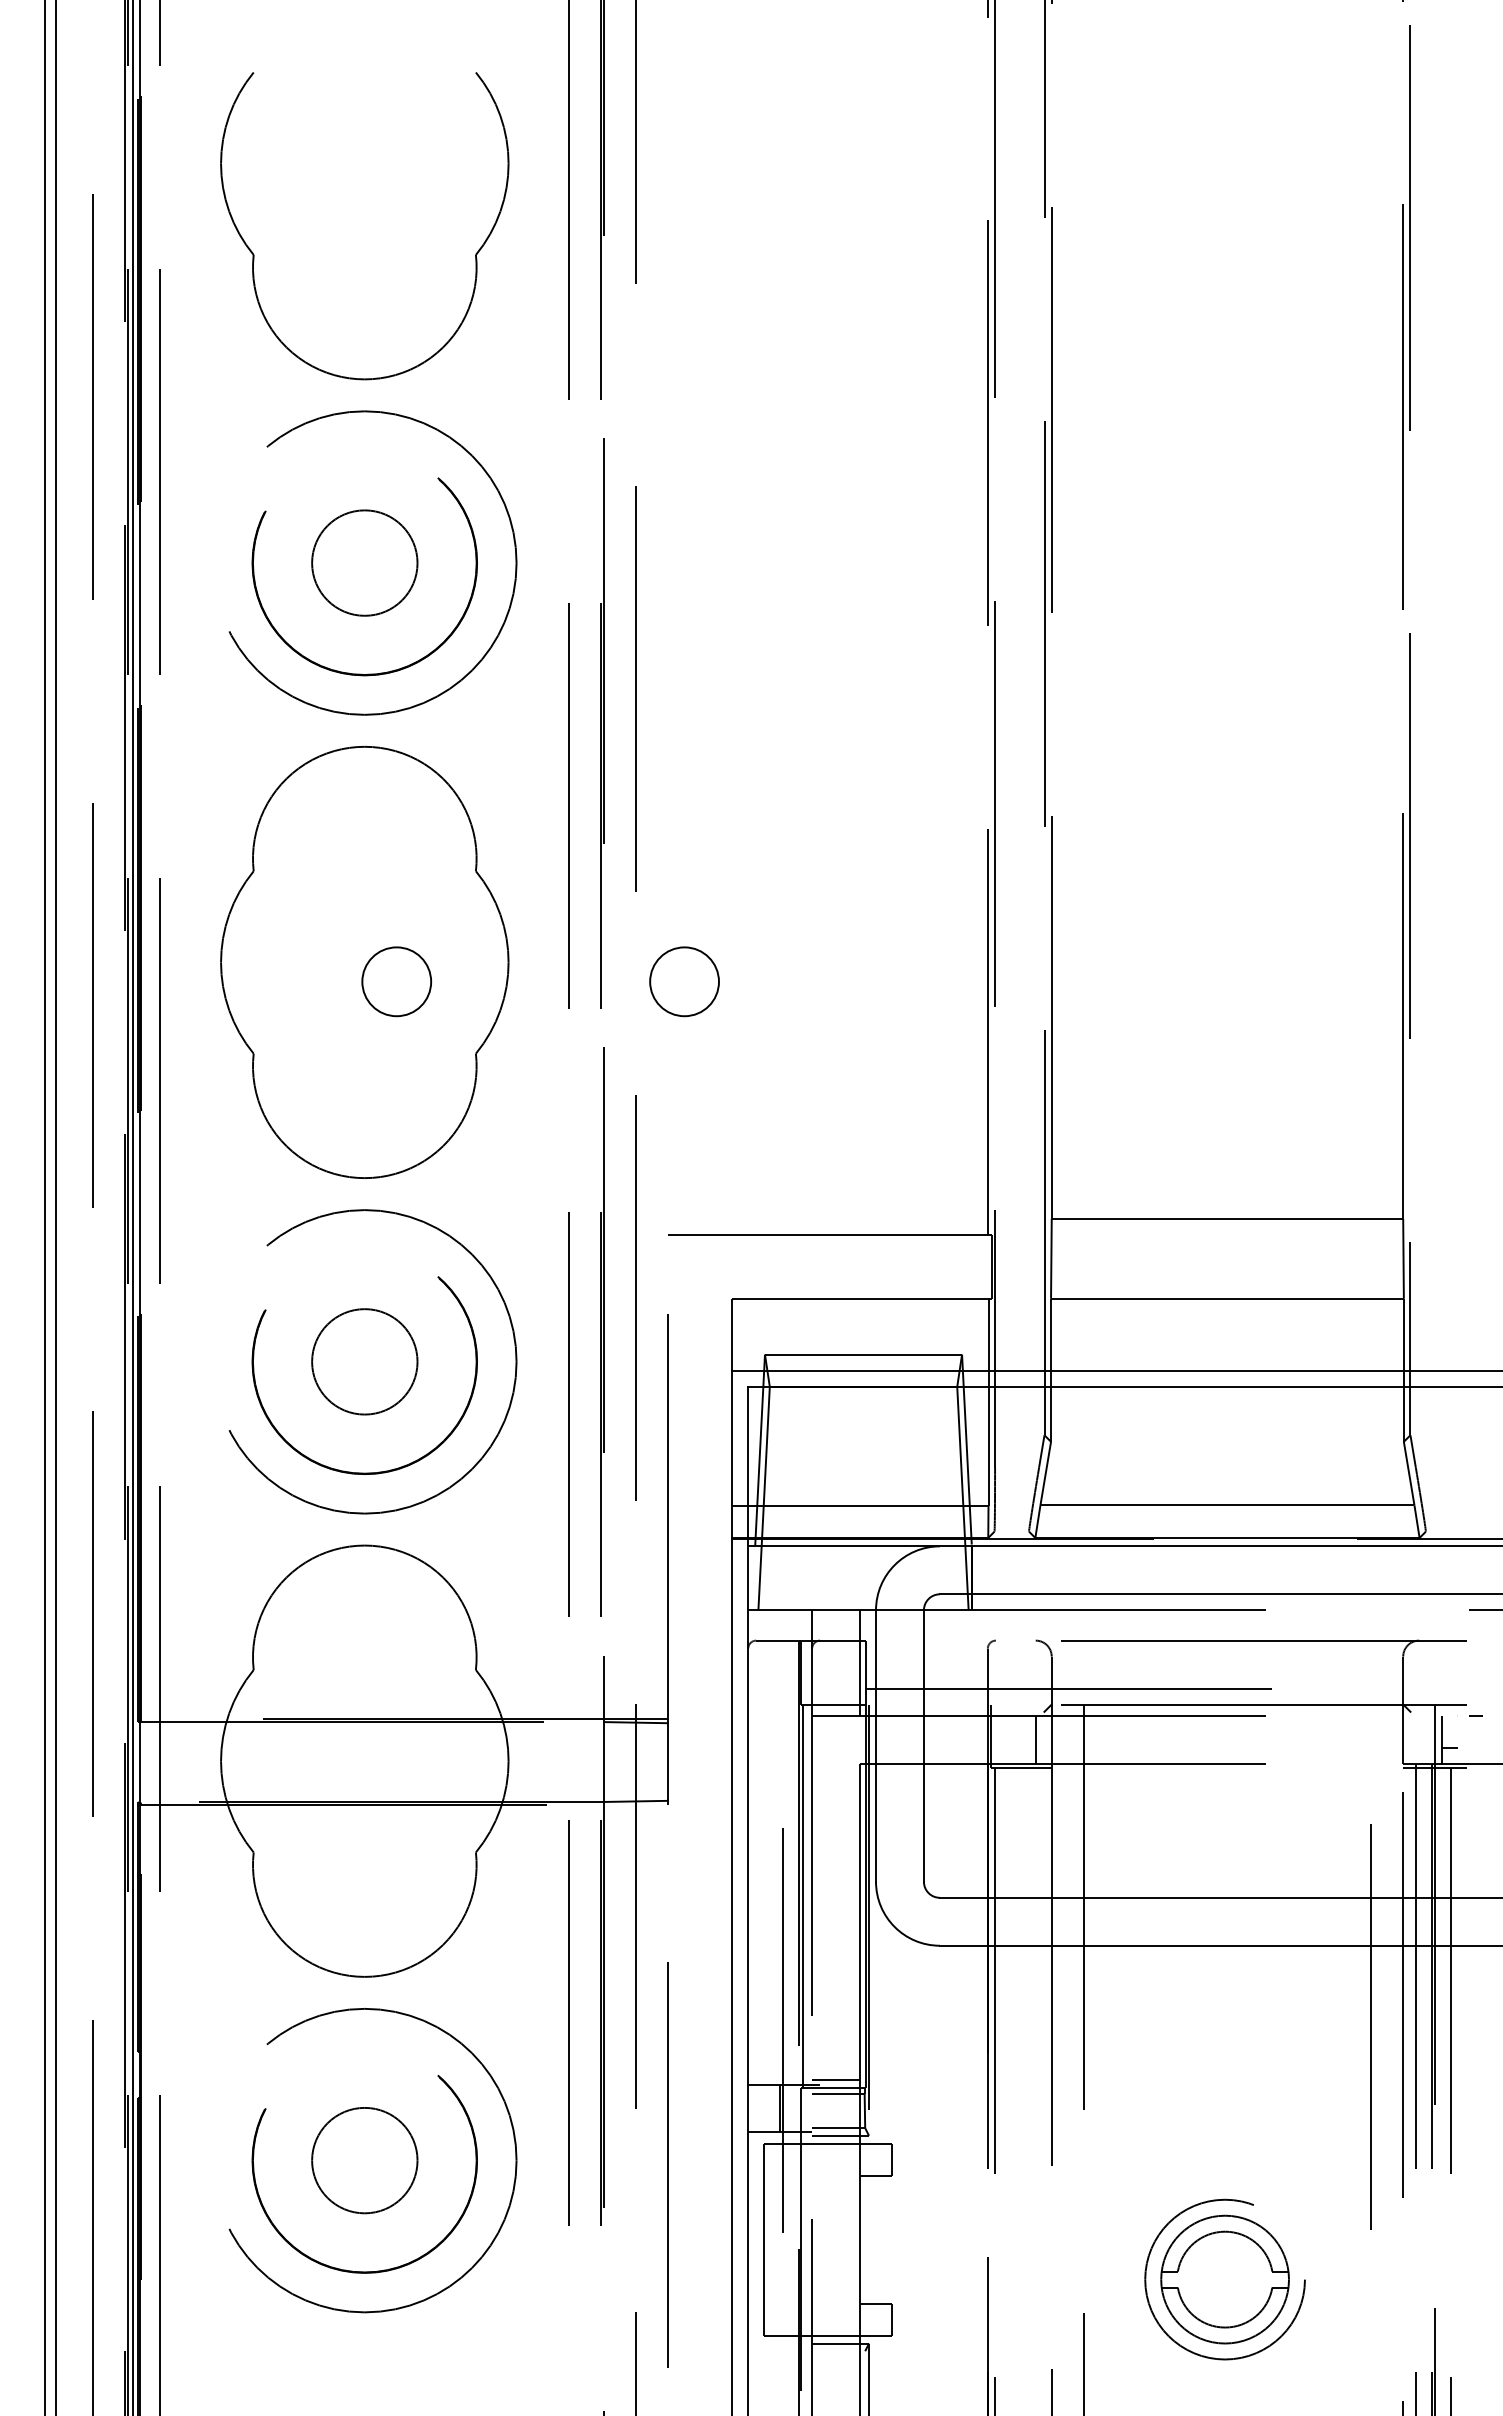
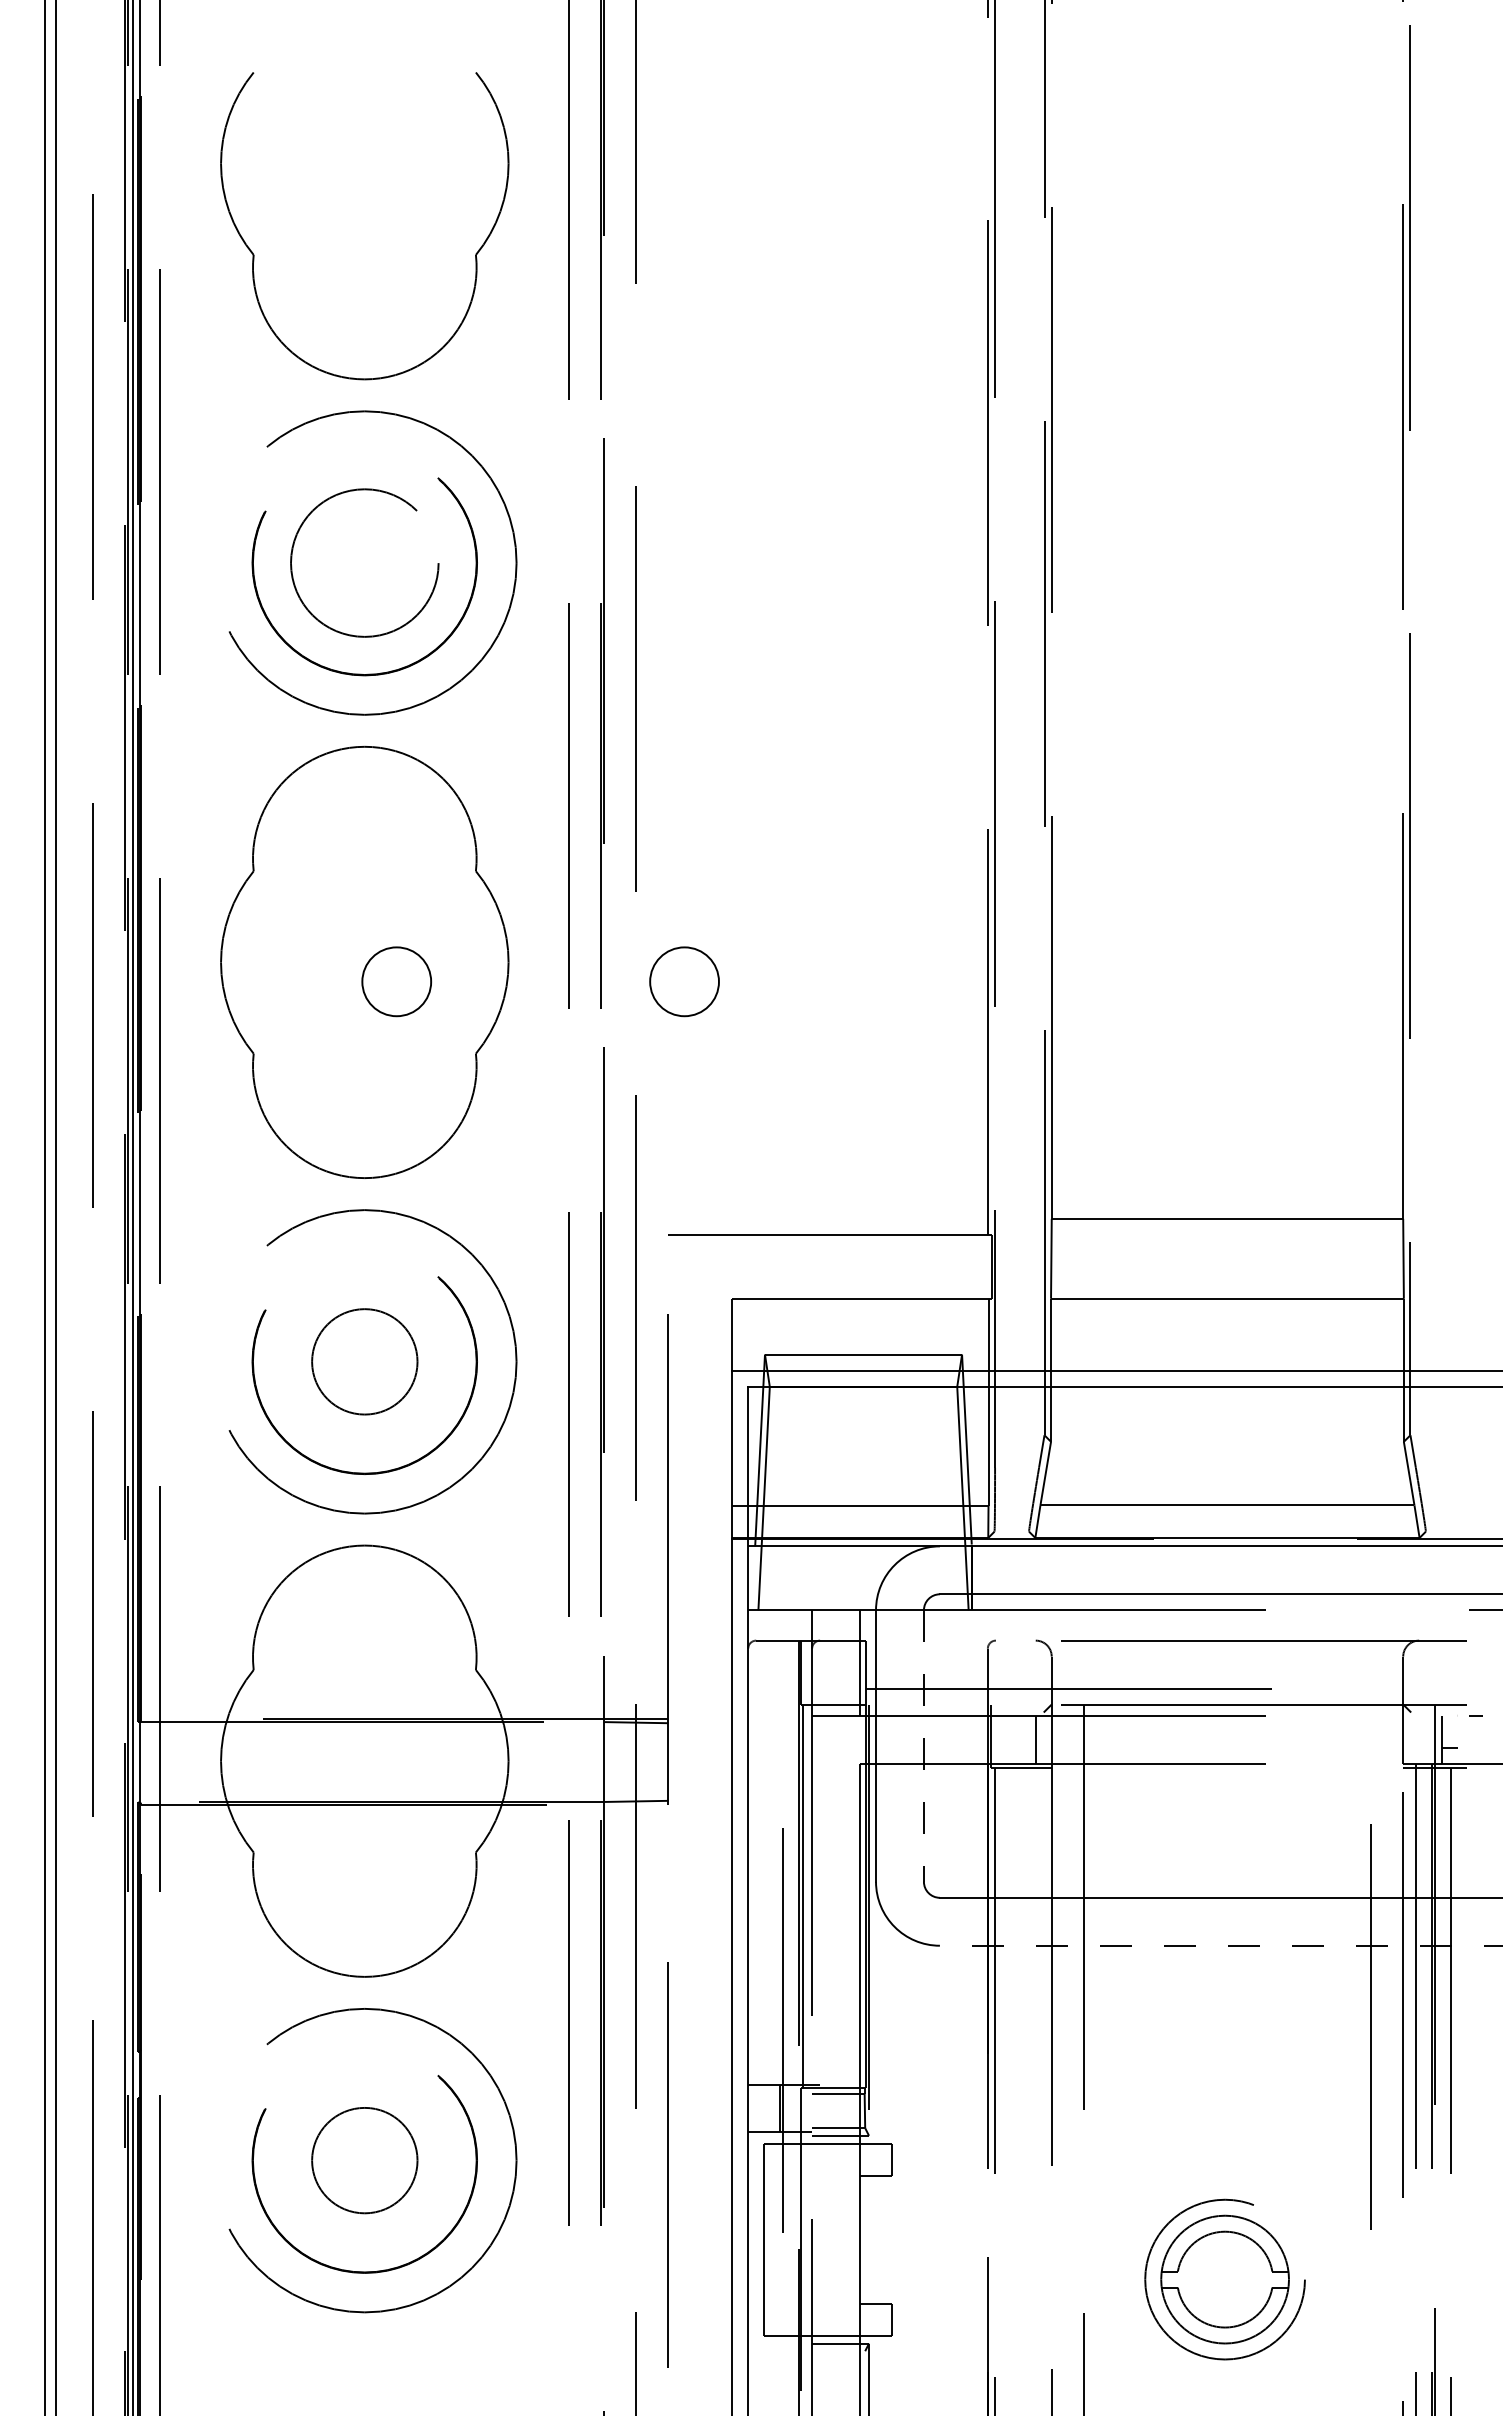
circle at (364, 562) diameter: 105 px -> 148 px
line at (923, 1746): solid -> dashed
line at (1220, 1945): solid -> dashed
line at (836, 2079): present -> none
